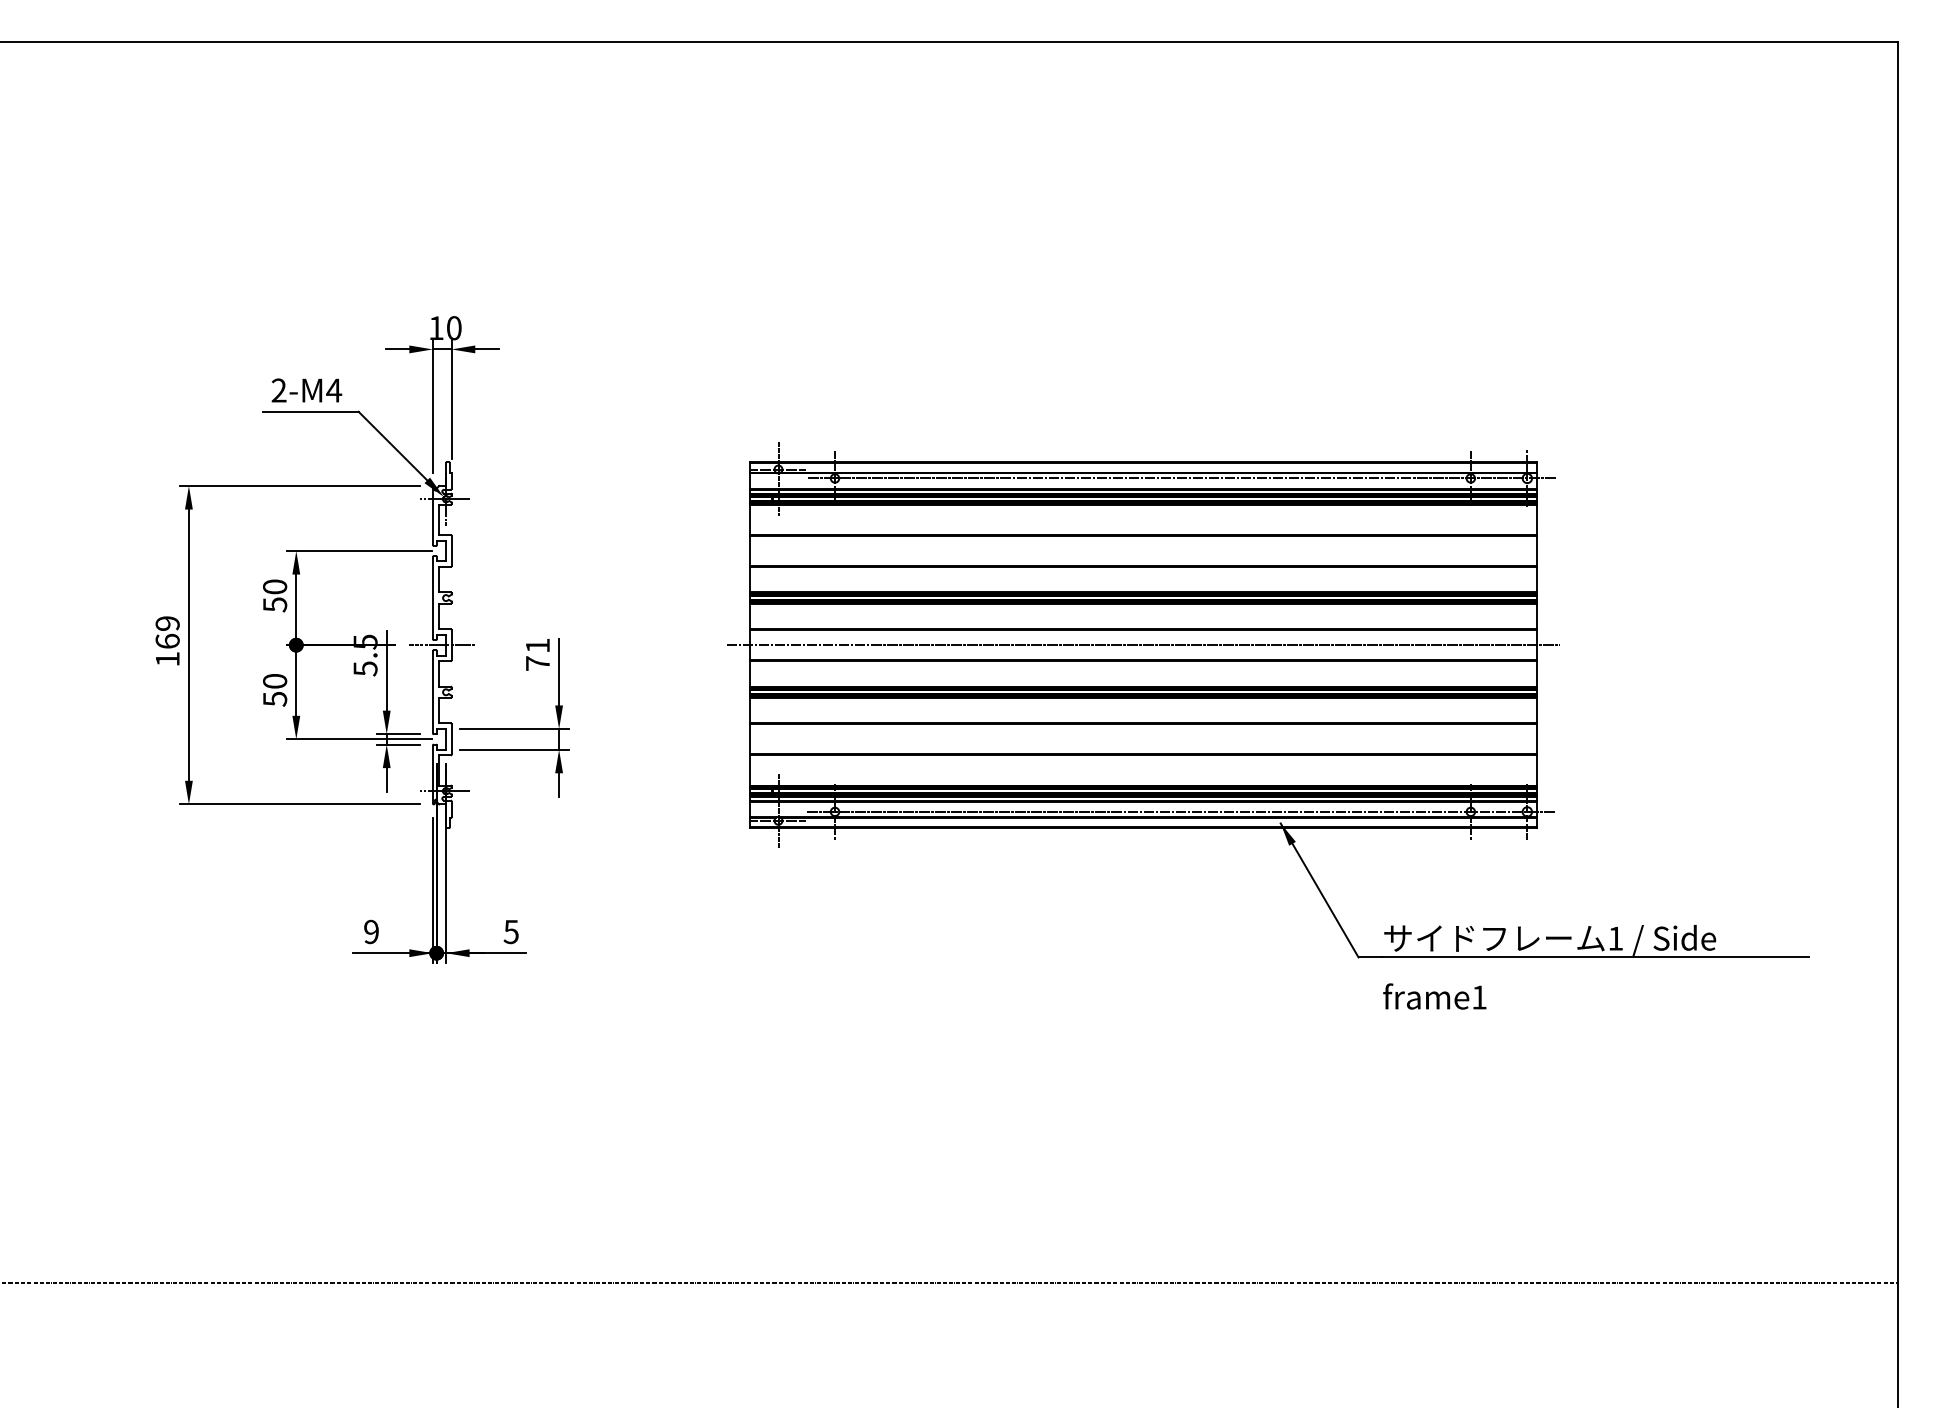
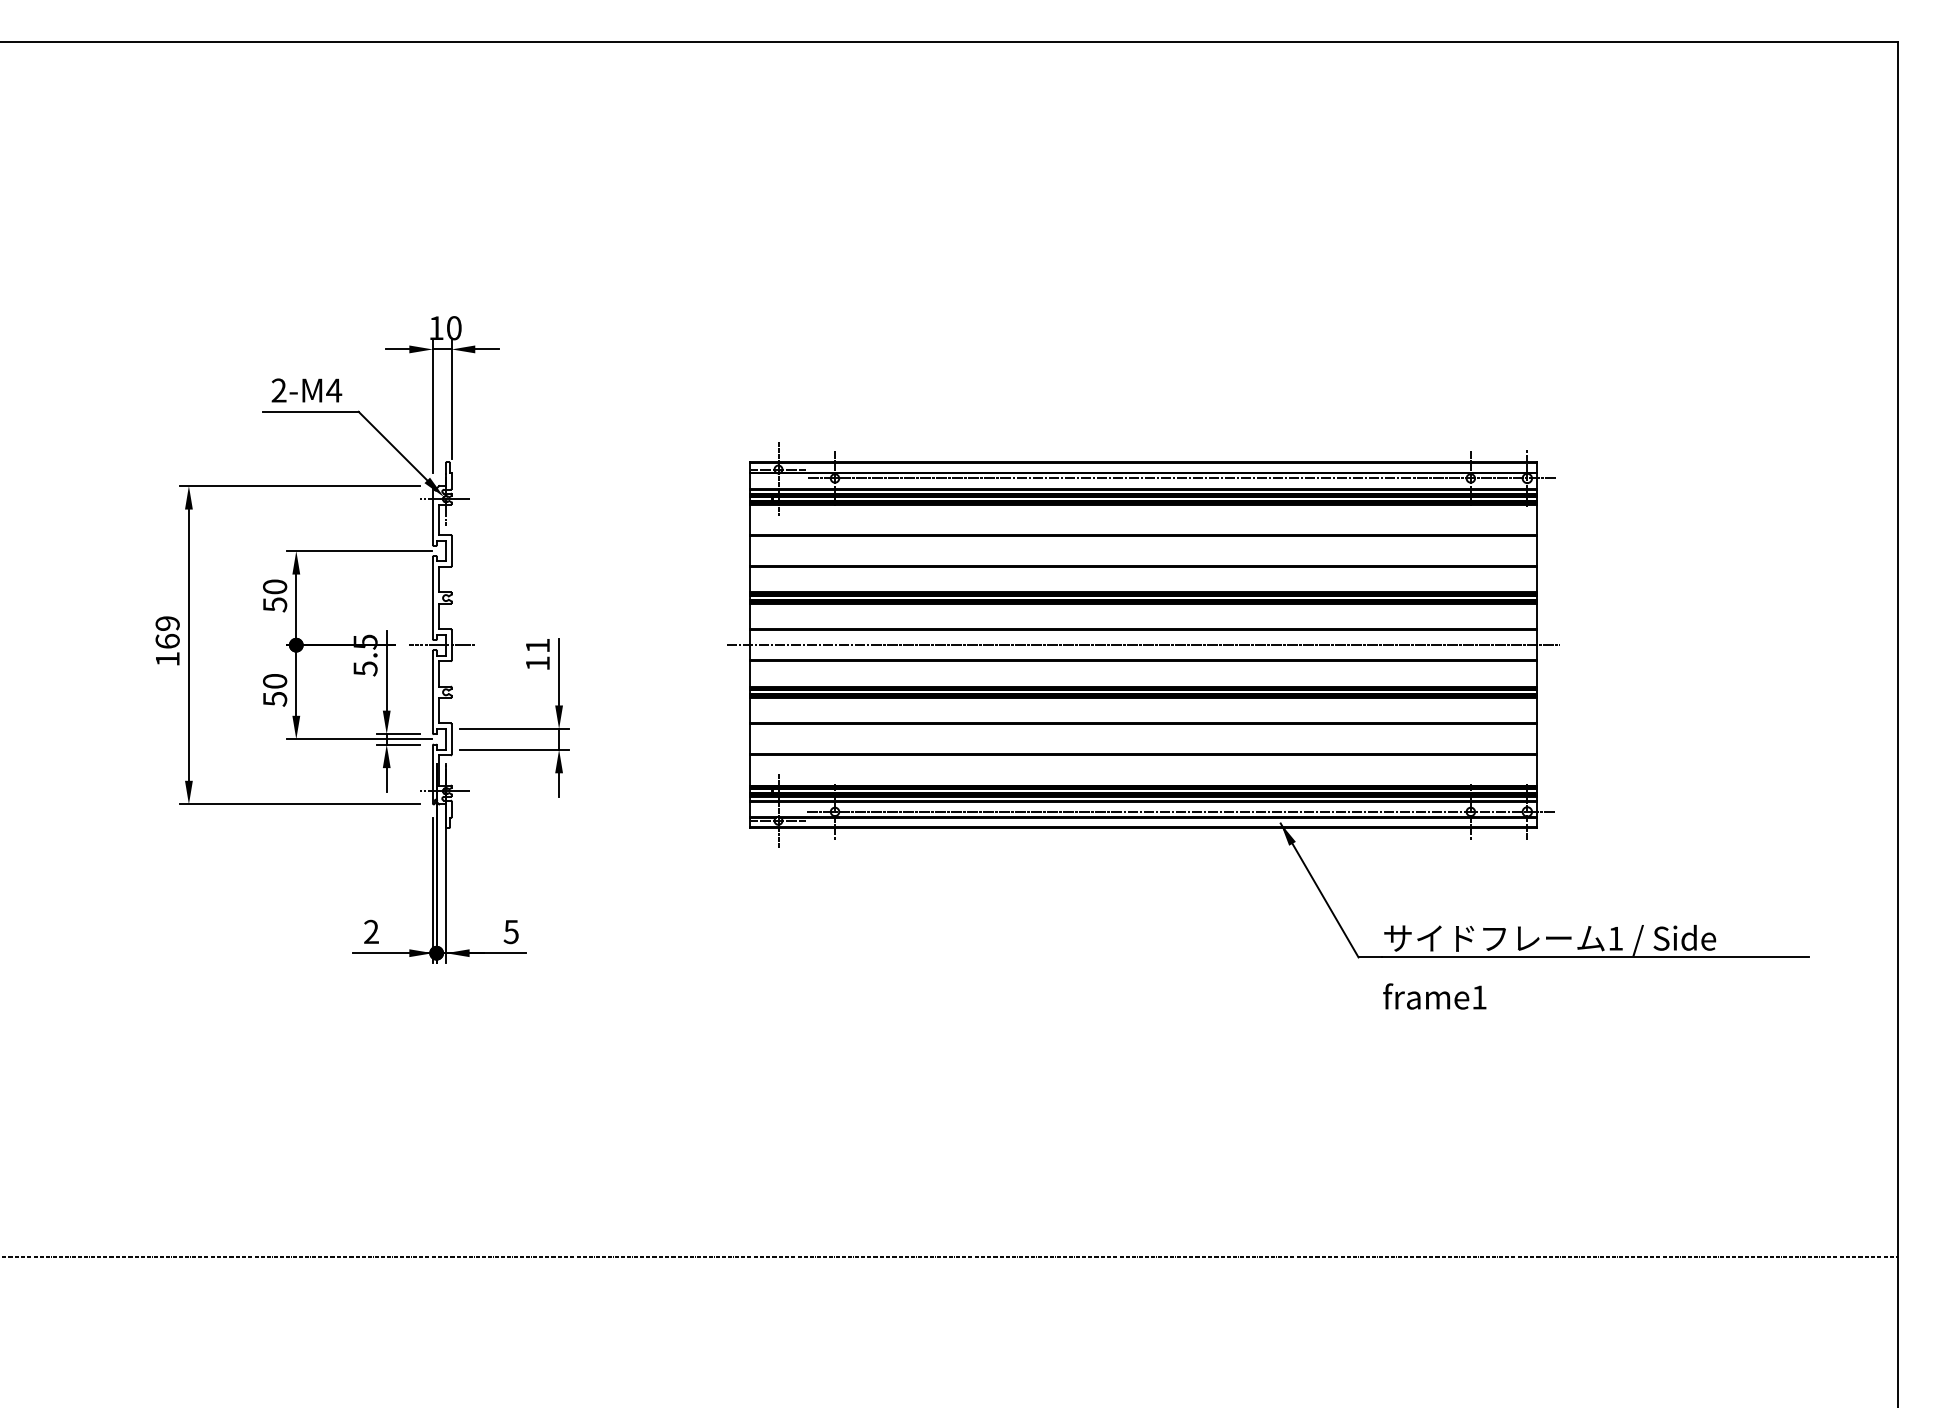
text at (537, 663): 71 -> 11
text at (371, 932): 9 -> 2
line at (950, 1282) position: (950, 1282) -> (950, 1256)
